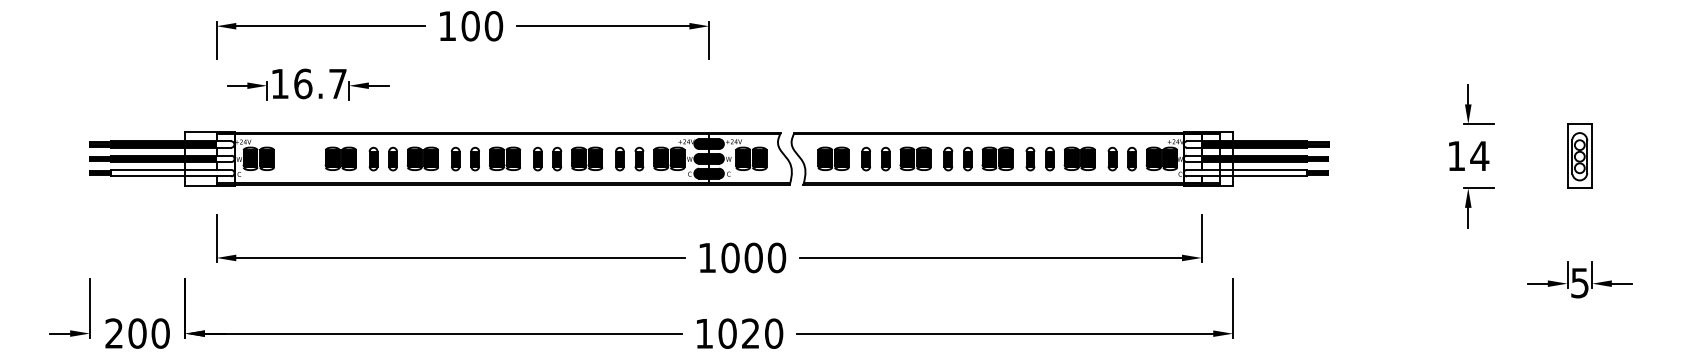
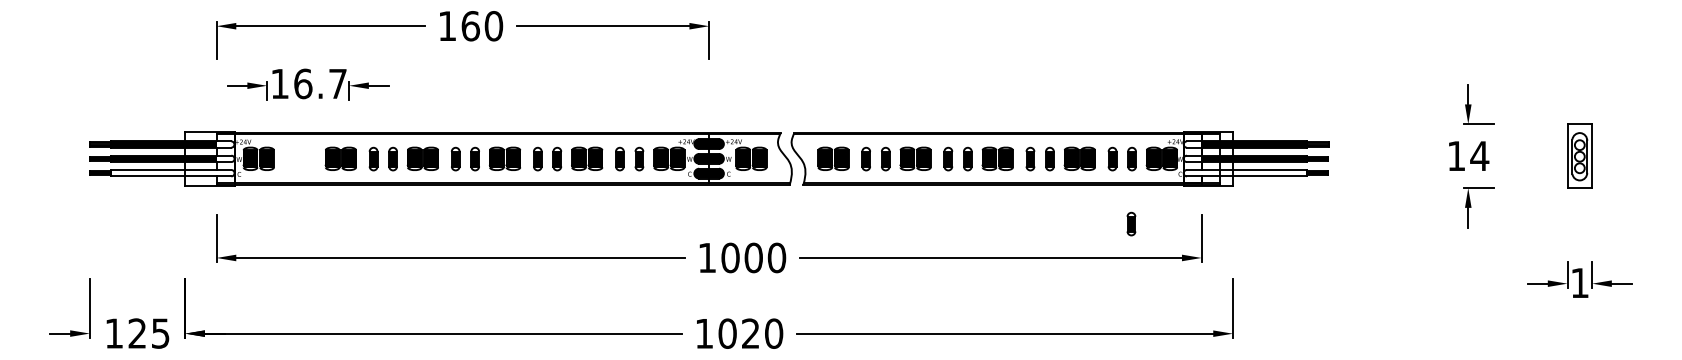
text at (470, 26): 100 -> 160
part at (1131, 223): none -> present
text at (1579, 283): 5 -> 1
text at (137, 333): 200 -> 125
